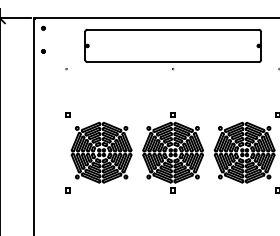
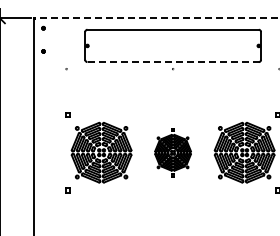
line at (157, 18): solid -> dashed
line at (173, 62): solid -> dashed
part at (172, 152) size: 62x82 px -> 38x50 px
